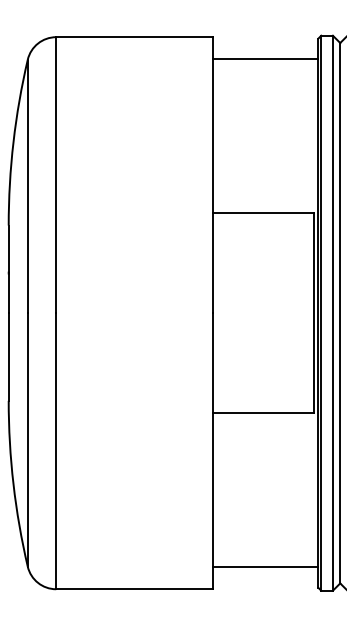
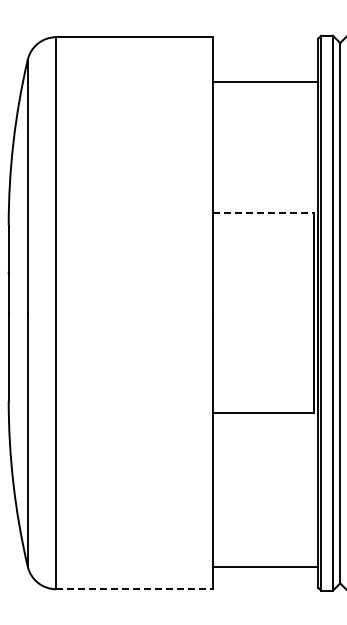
line at (265, 59) position: (265, 59) -> (265, 82)
line at (264, 213): solid -> dashed
line at (135, 589): solid -> dashed
